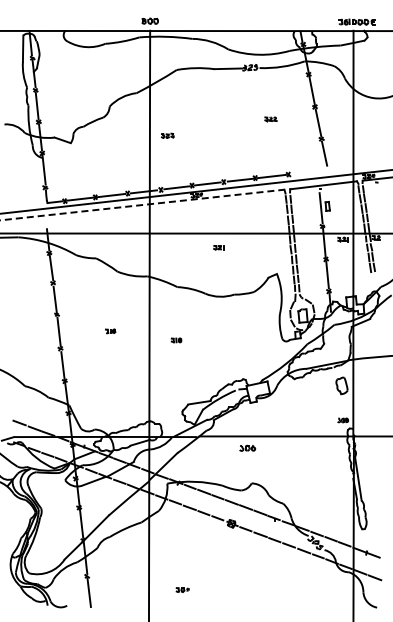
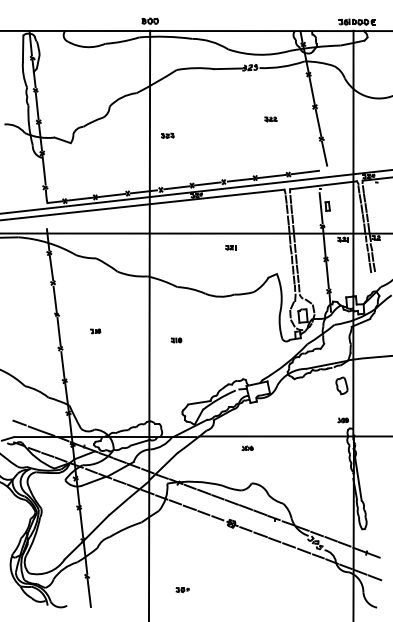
line at (304, 172): none -> present
line at (142, 205): dashed -> solid
part at (218, 247) position: (218, 247) -> (230, 247)
part at (110, 331) position: (110, 331) -> (95, 331)
part at (247, 447) size: 18x8 px -> 13x7 px
